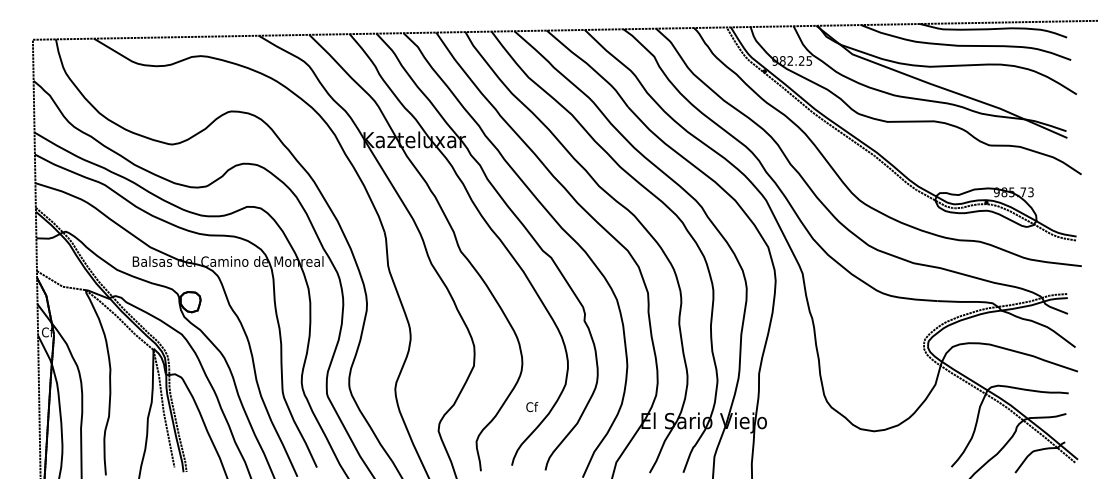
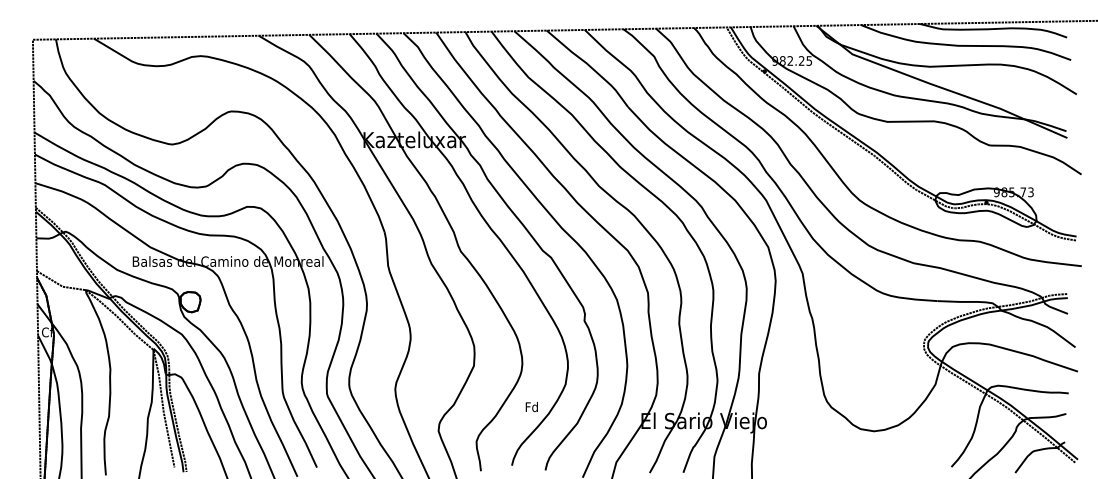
text at (531, 407): Cf -> Fd
